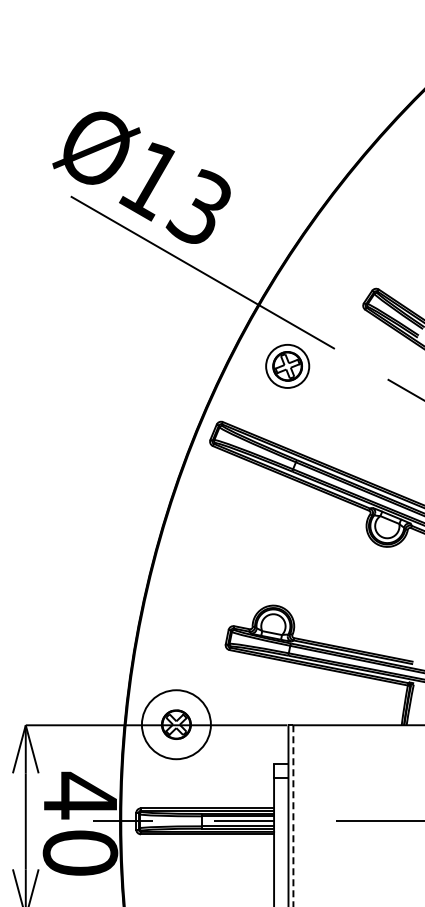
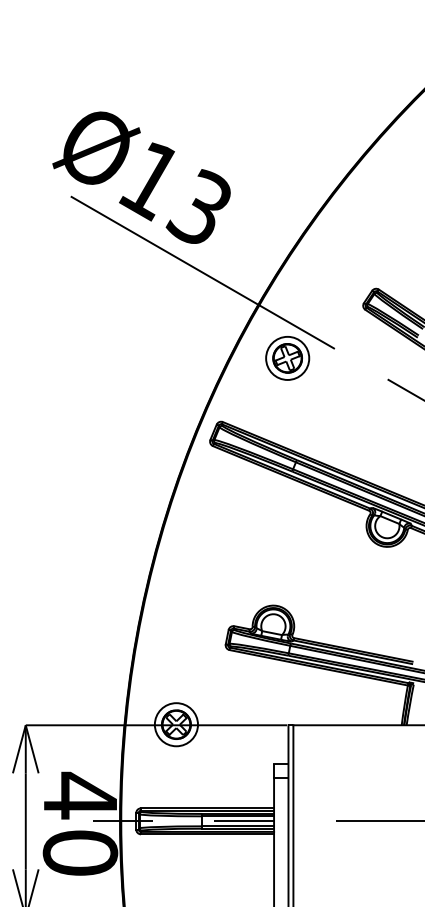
part at (287, 366) position: (287, 366) -> (287, 358)
circle at (175, 724) diameter: 69 px -> 43 px
line at (293, 815): dashed -> solid
